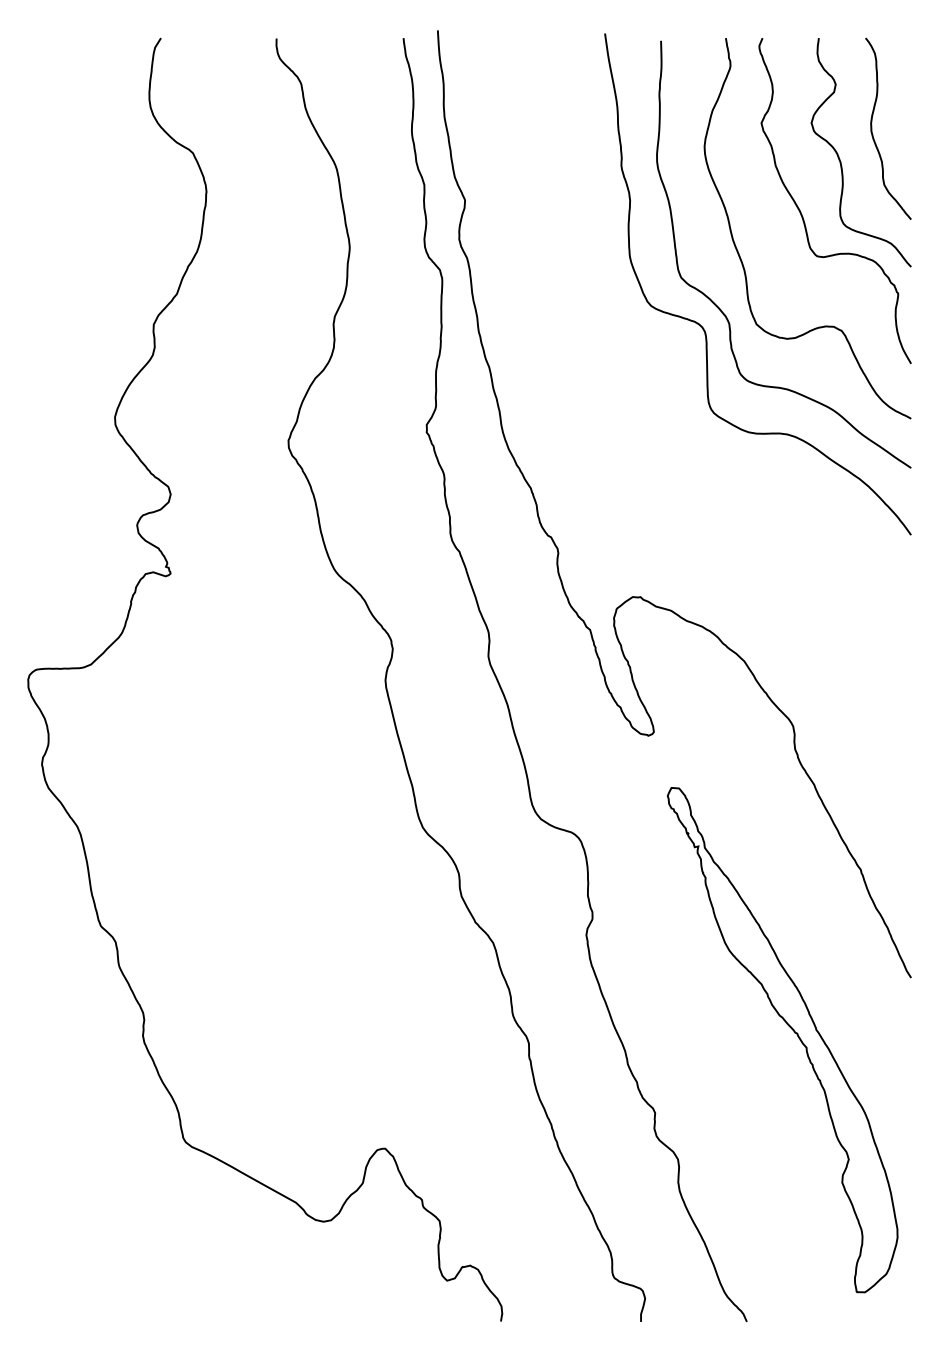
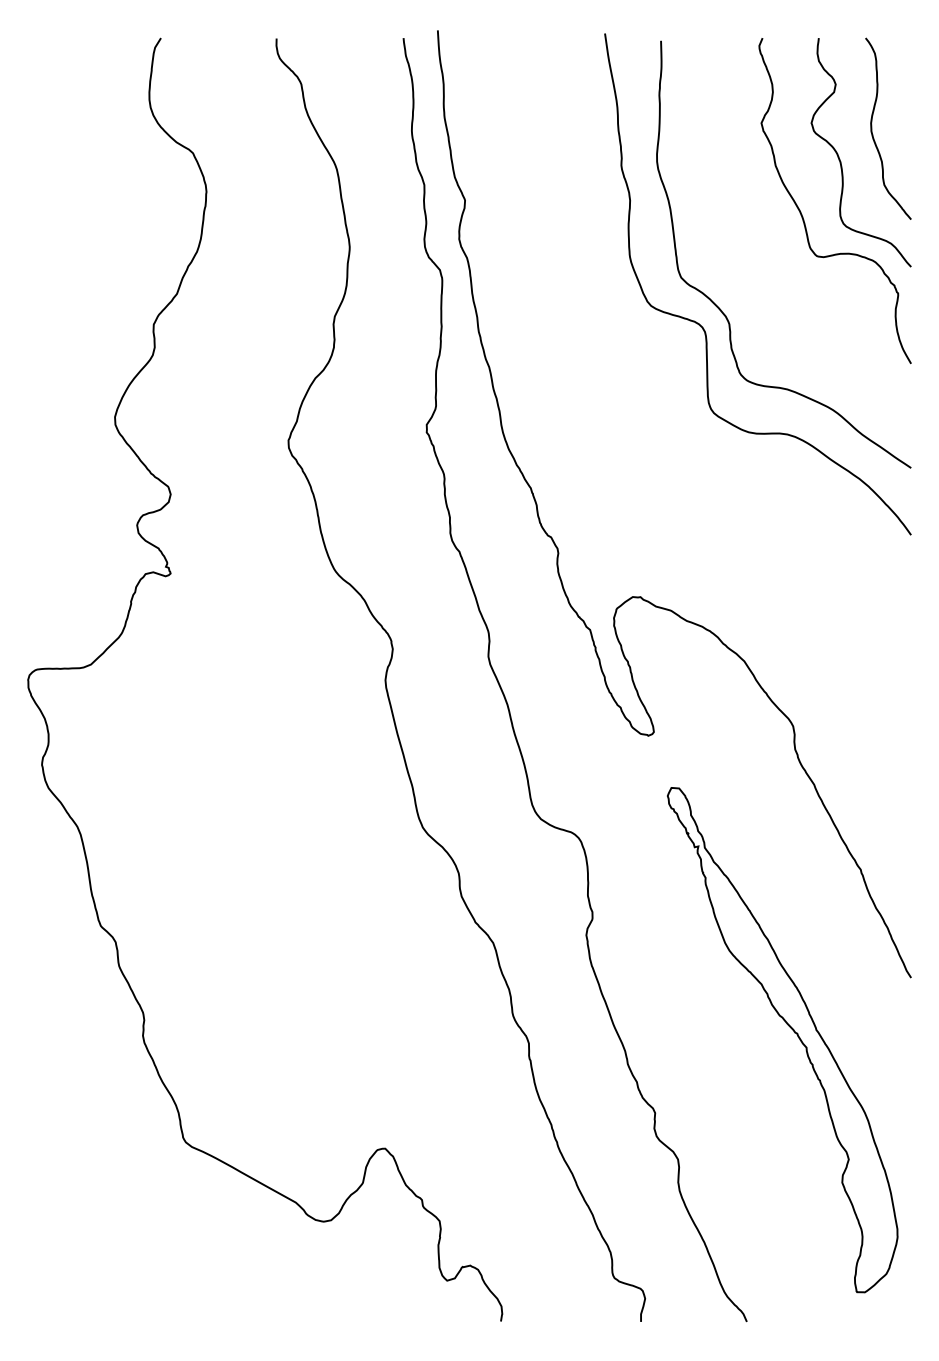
curve at (740, 255): present -> none
